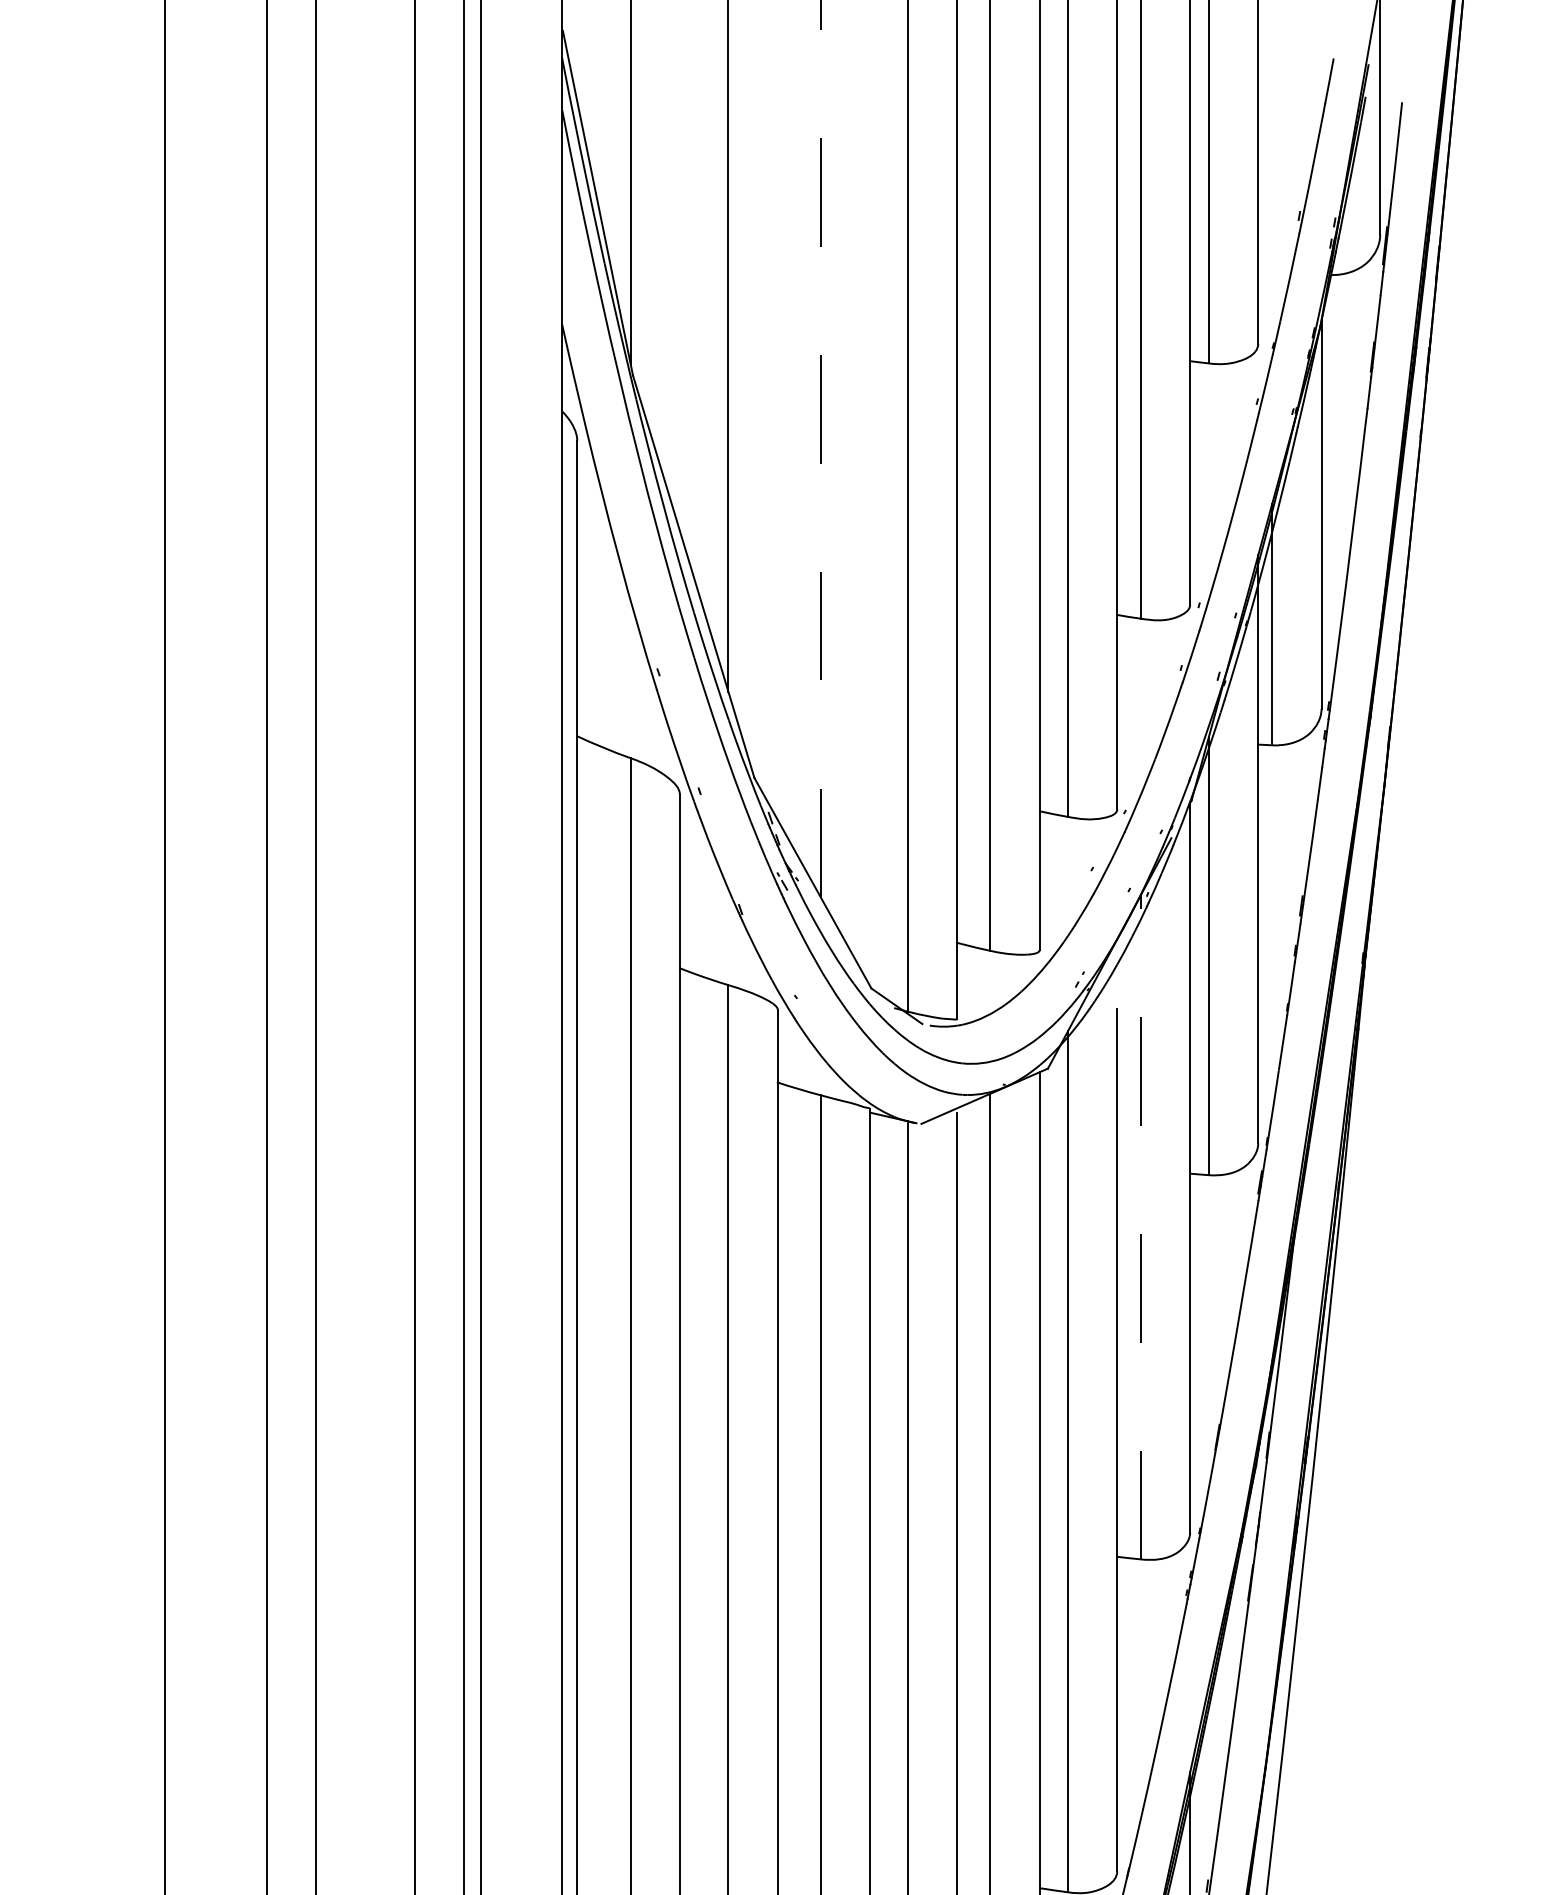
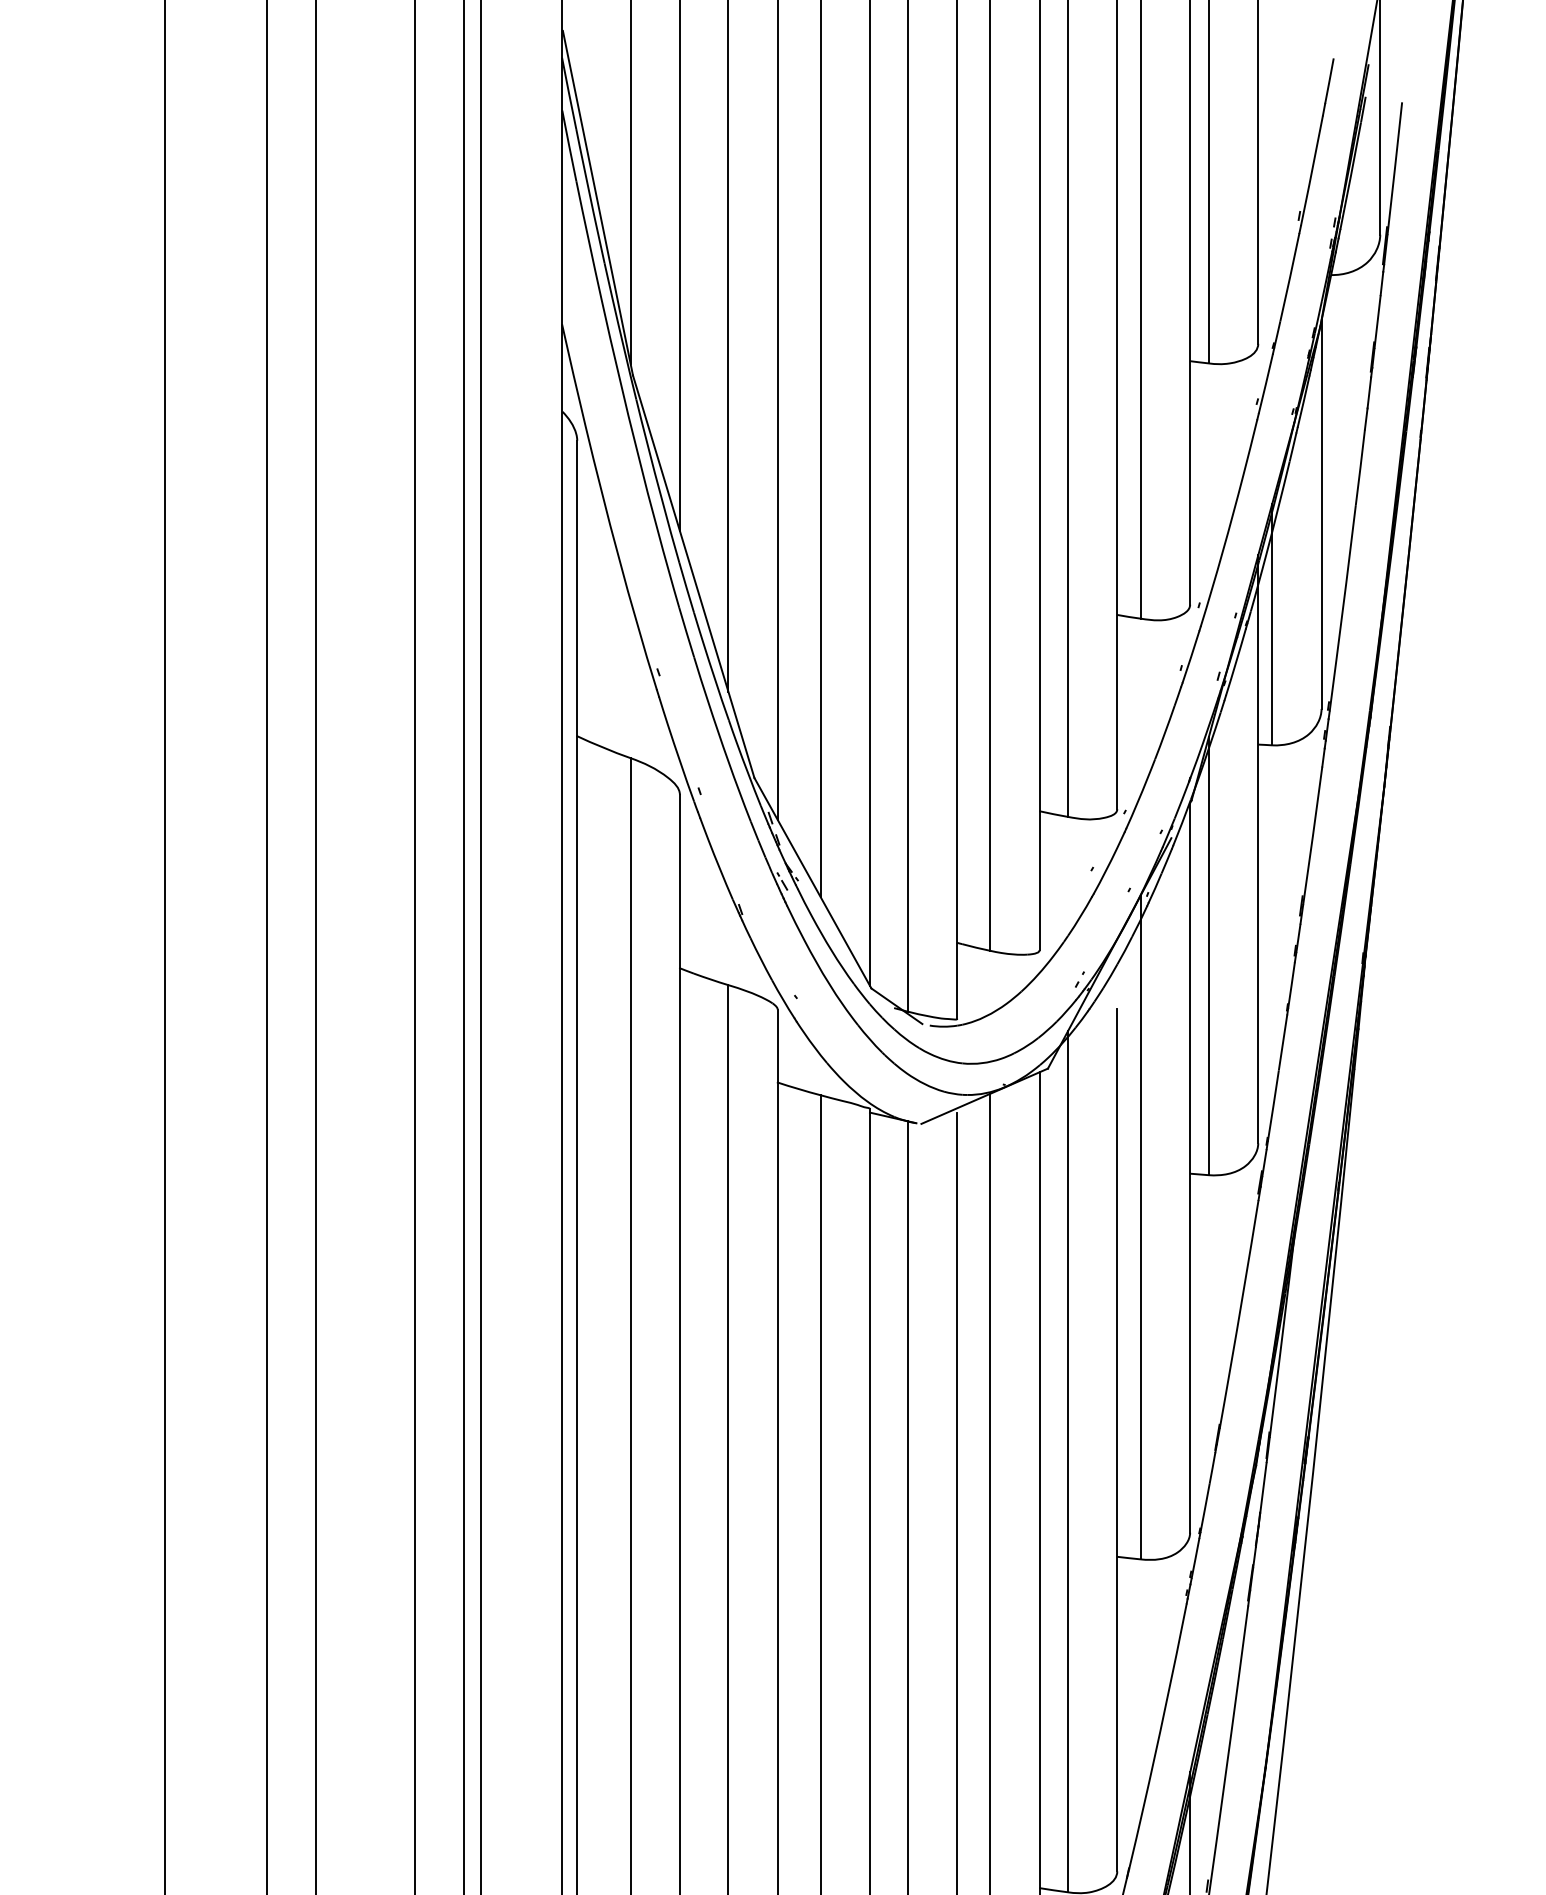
line at (679, 266): none -> present
line at (777, 410): none -> present
line at (820, 448): dashed -> solid
line at (870, 493): none -> present
line at (1140, 1226): dashed -> solid
